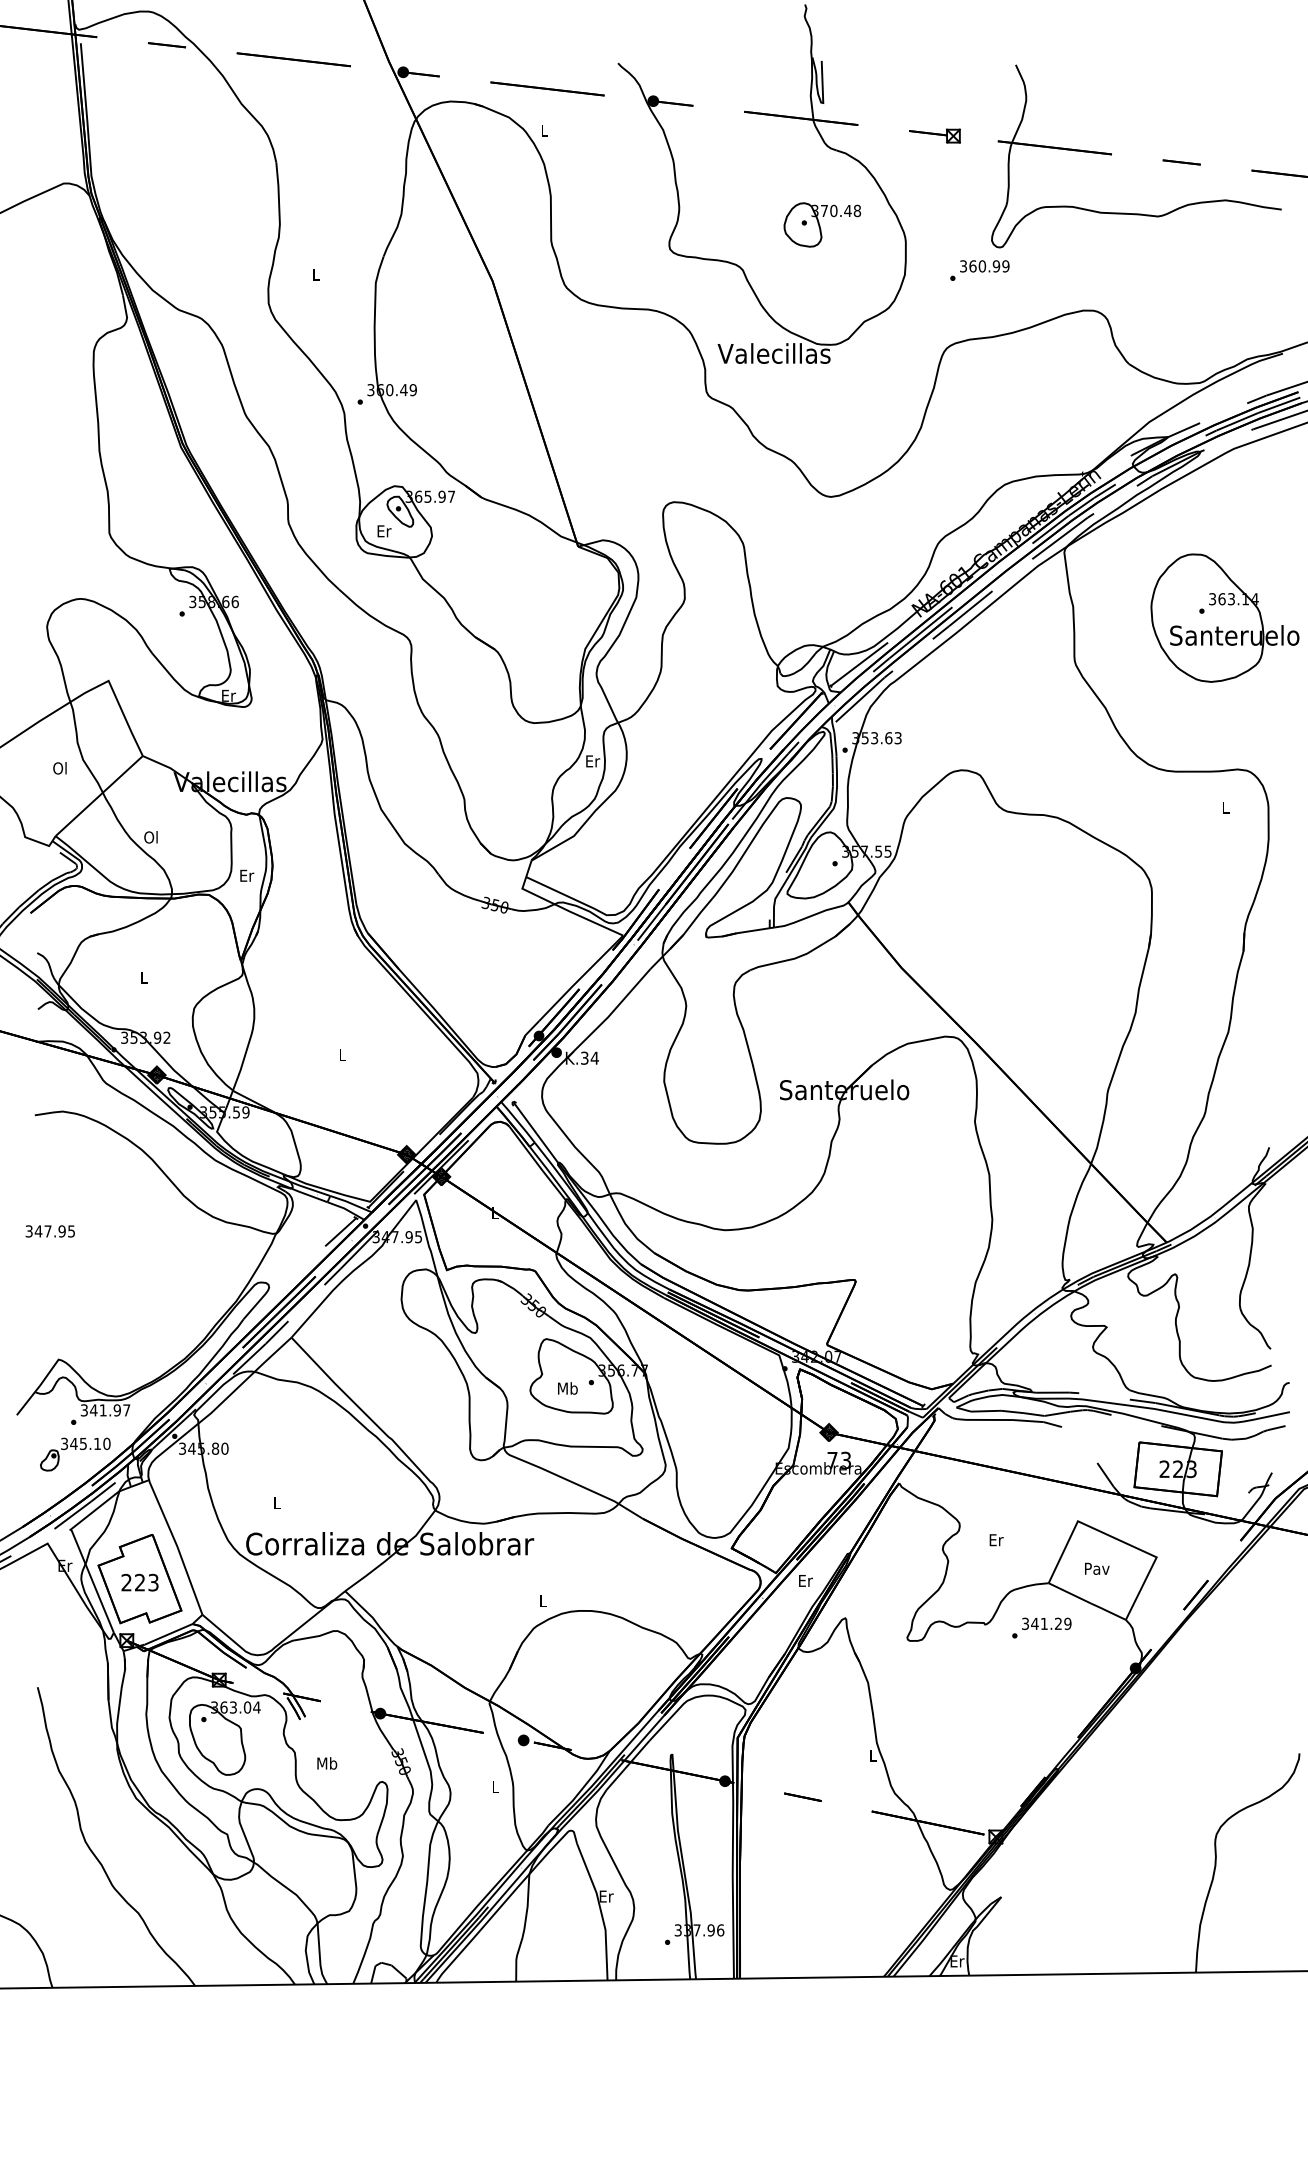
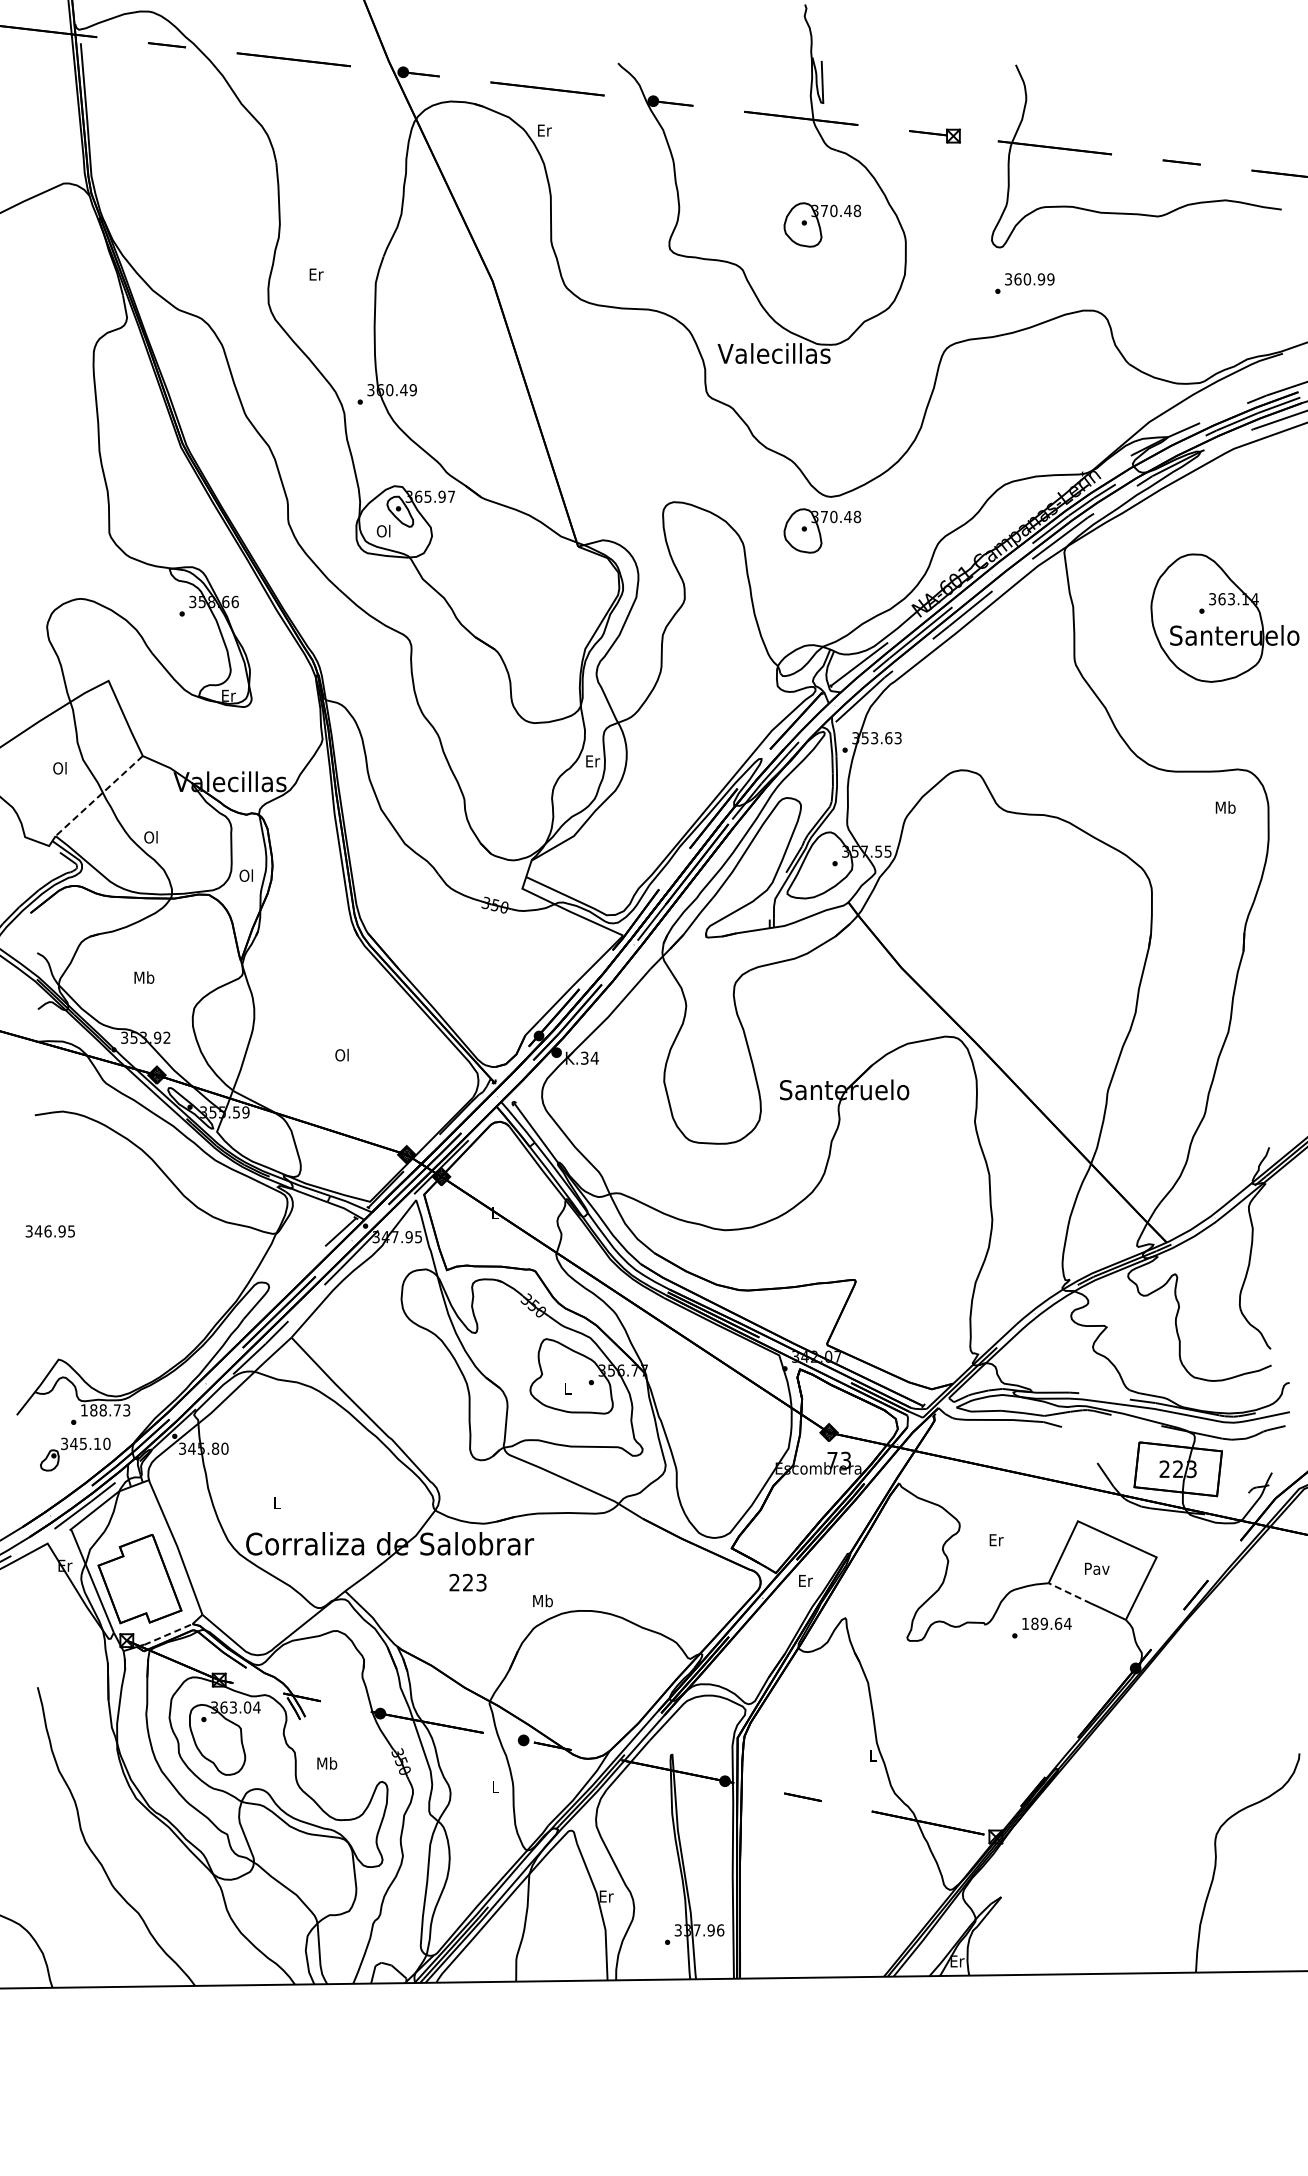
text at (544, 130): L -> Er
text at (979, 270) position: (979, 270) -> (1024, 283)
text at (316, 274): L -> Er
text at (383, 530): Er -> Ol
part at (822, 530): none -> present
line at (98, 796): solid -> dashed
text at (1225, 807): L -> Mb
text at (246, 875): Er -> Ol
text at (144, 977): L -> Mb
text at (341, 1054): L -> Ol
text at (47, 1231): 347.95 -> 346.95
text at (567, 1388): Mb -> L
text at (105, 1410): 341.97 -> 188.73
text at (139, 1582) position: (139, 1582) -> (467, 1582)
line at (1069, 1593): solid -> dashed
text at (542, 1600): L -> Mb
text at (1046, 1623): 341.29 -> 189.64
line at (168, 1634): solid -> dashed
